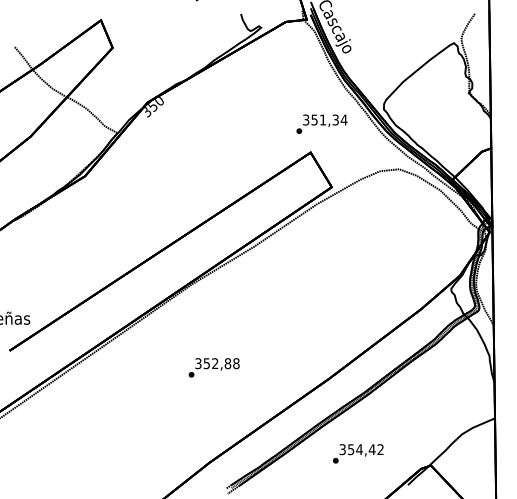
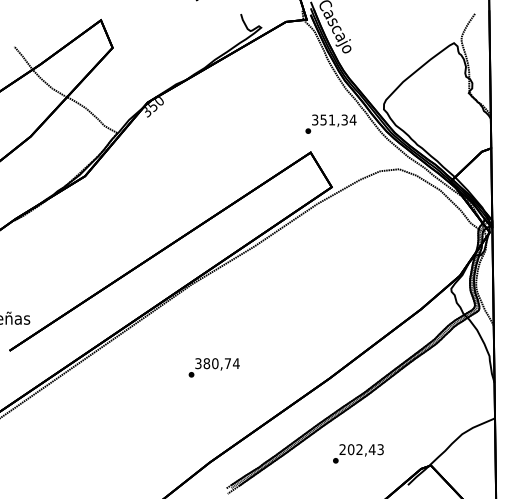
text at (321, 123) position: (321, 123) -> (330, 123)
text at (221, 363): 352,88 -> 380,74
text at (361, 449): 354,42 -> 202,43
